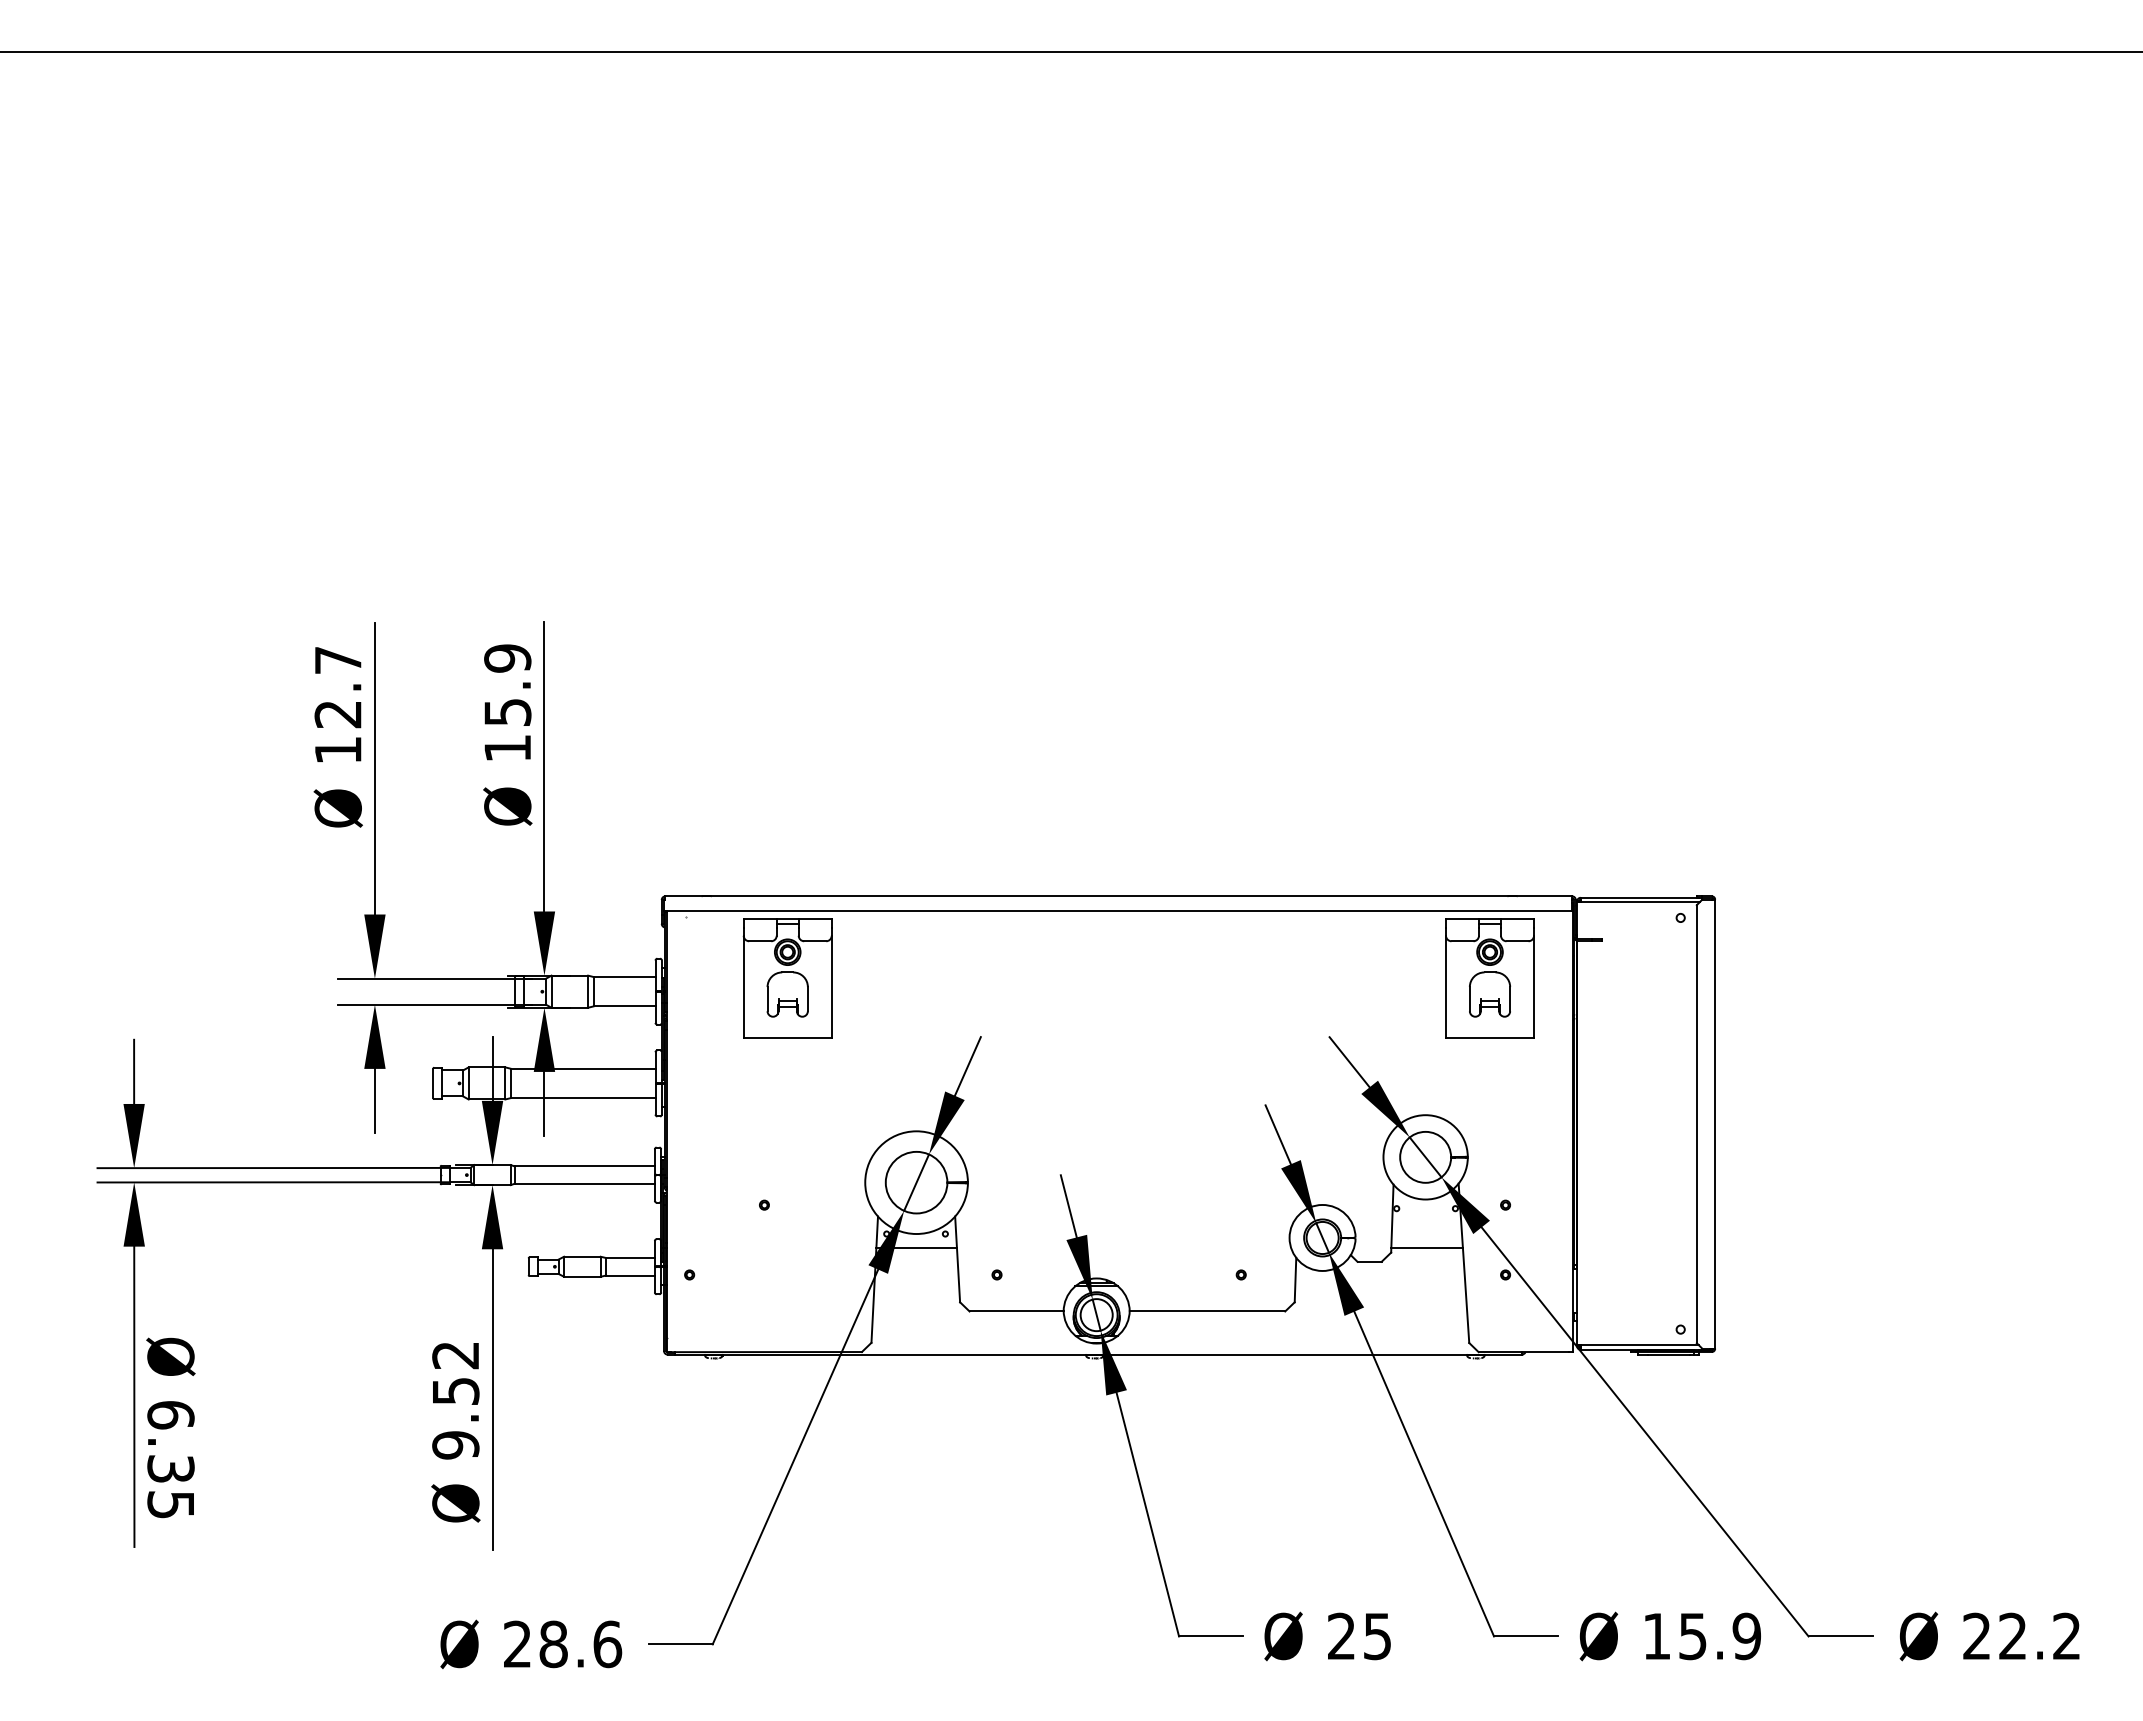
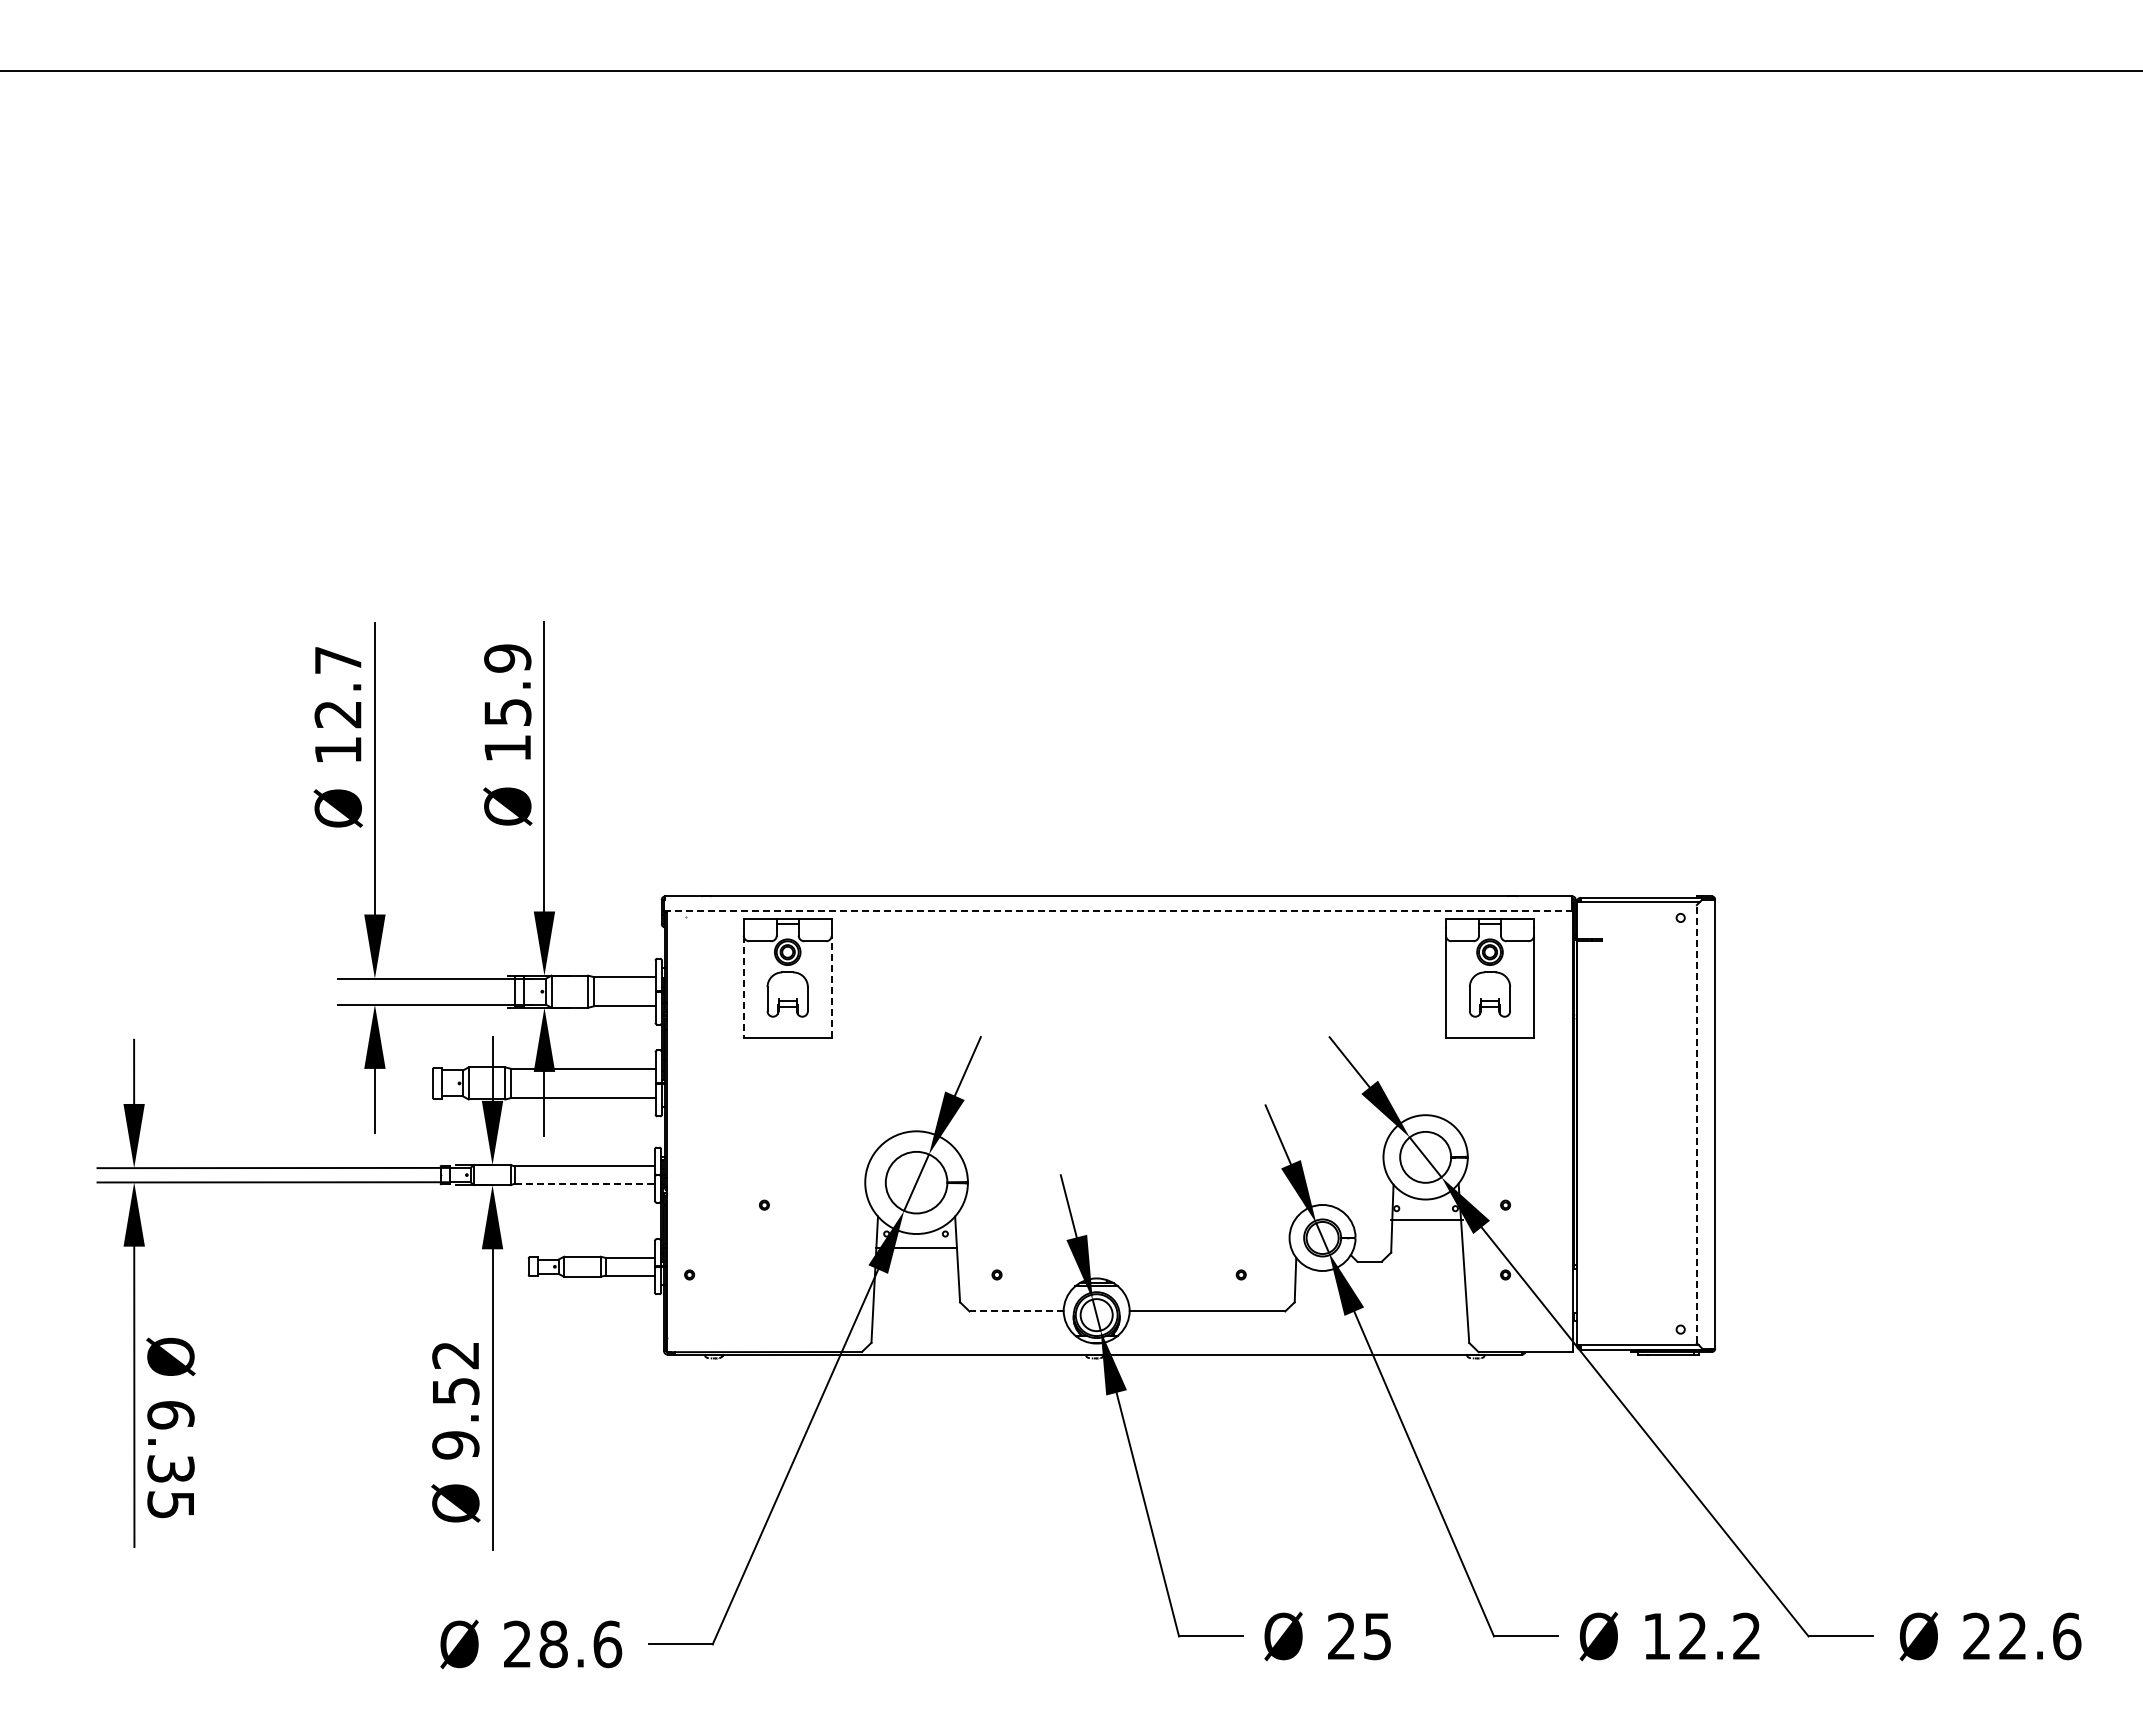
line at (1070, 51) position: (1070, 51) -> (1070, 70)
line at (1118, 911): solid -> dashed
line at (831, 986): solid -> dashed
line at (743, 987): solid -> dashed
line at (1696, 1123): solid -> dashed
line at (585, 1183): solid -> dashed
line at (1426, 1248) position: (1426, 1248) -> (1426, 1220)
line at (1016, 1311): solid -> dashed
text at (1719, 1636): 15.9 -> 12.2
text at (2067, 1636): 22.2 -> 22.6
